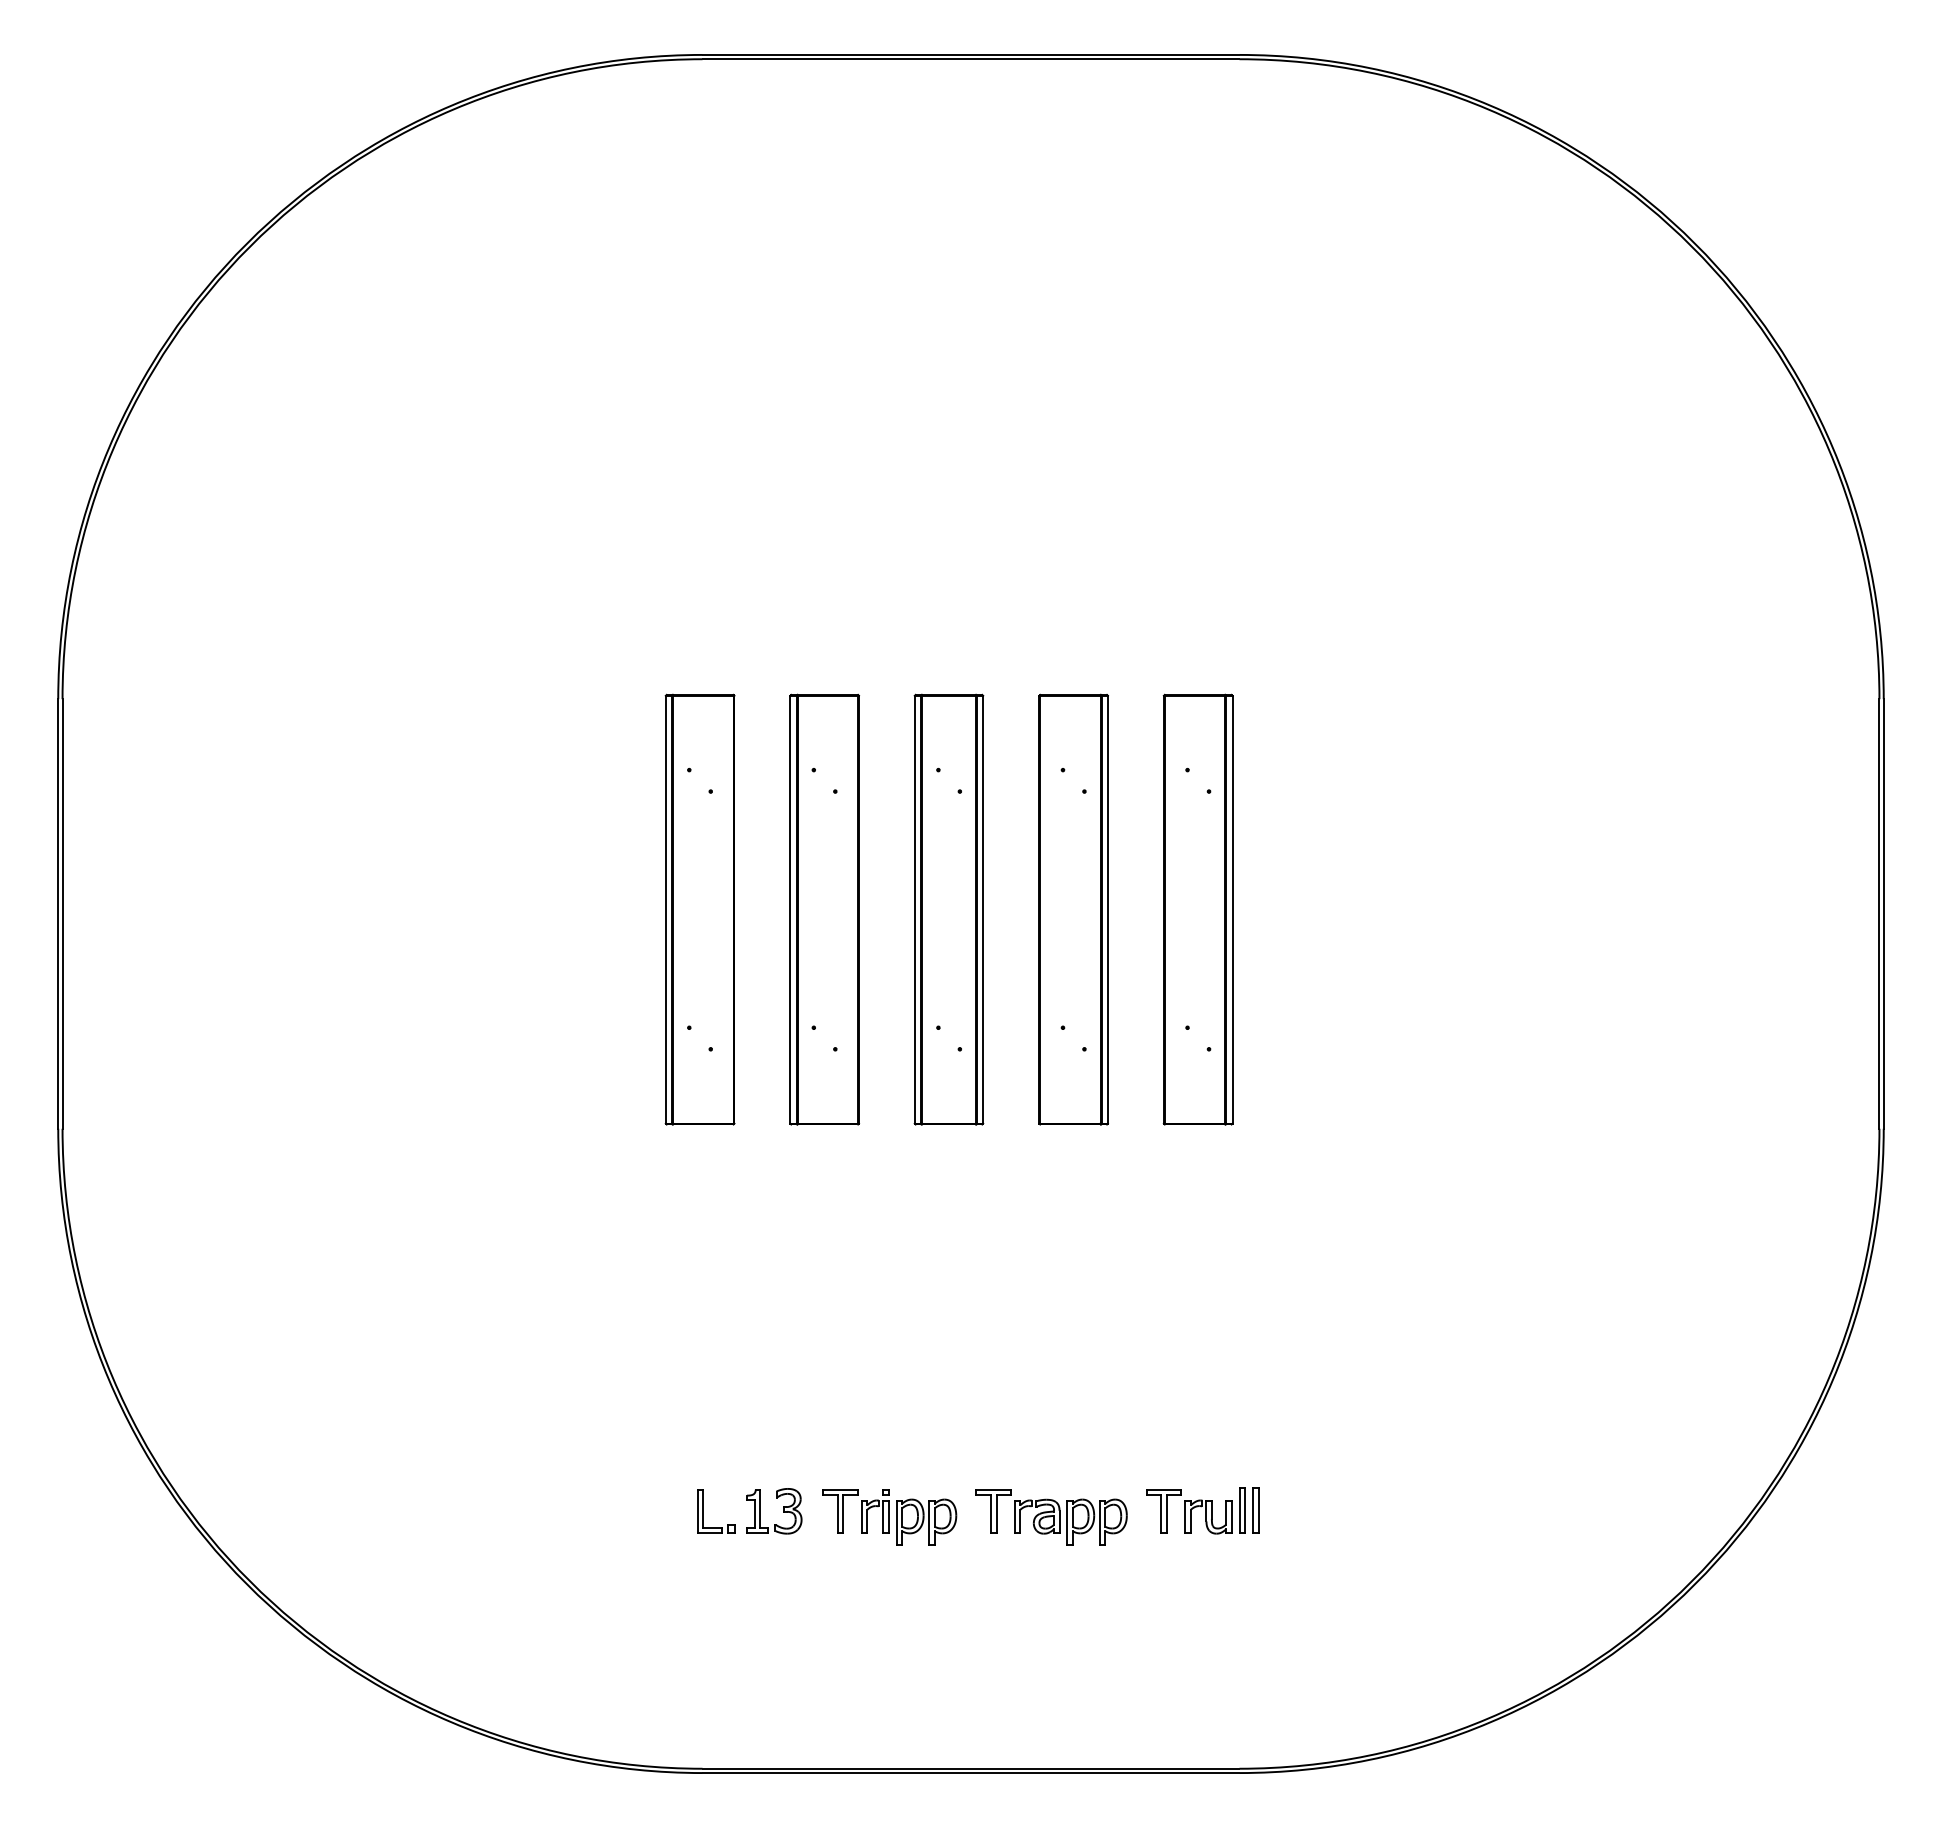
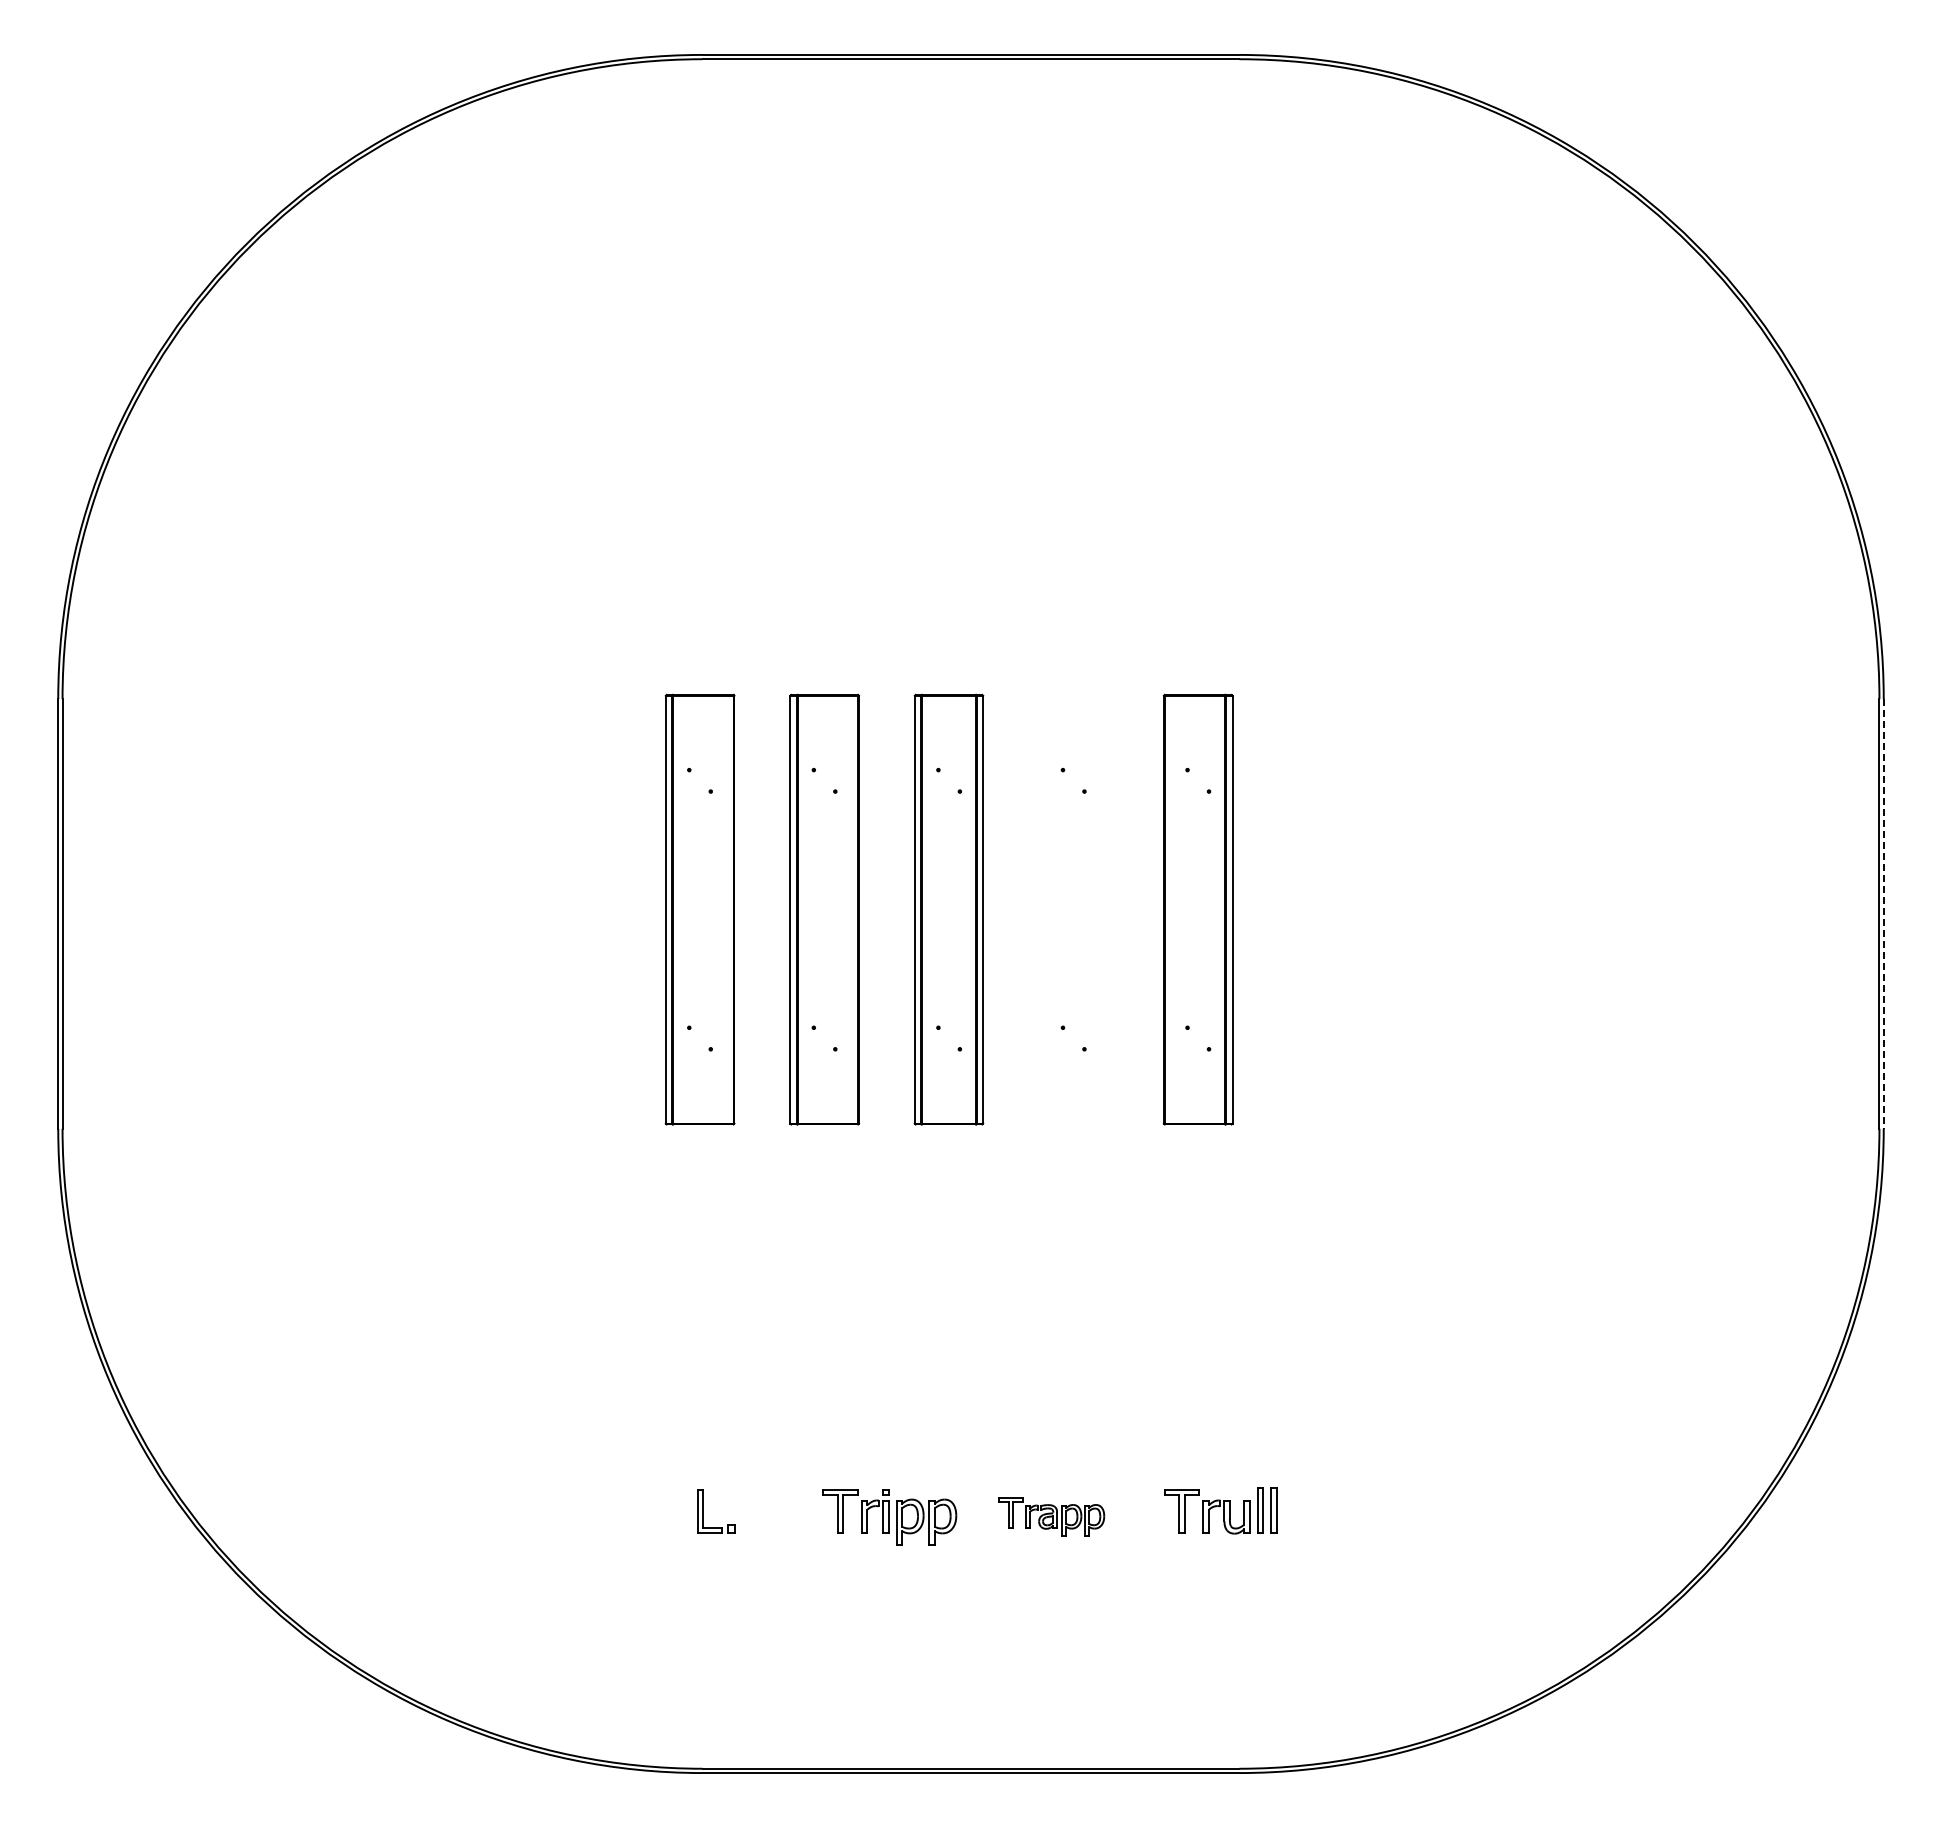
part at (1073, 909): present -> none
line at (1883, 914): solid -> dashed
part at (1202, 1510) position: (1202, 1510) -> (1220, 1510)
part at (783, 1511): present -> none
part at (1051, 1517) size: 153x57 px -> 108x40 px
